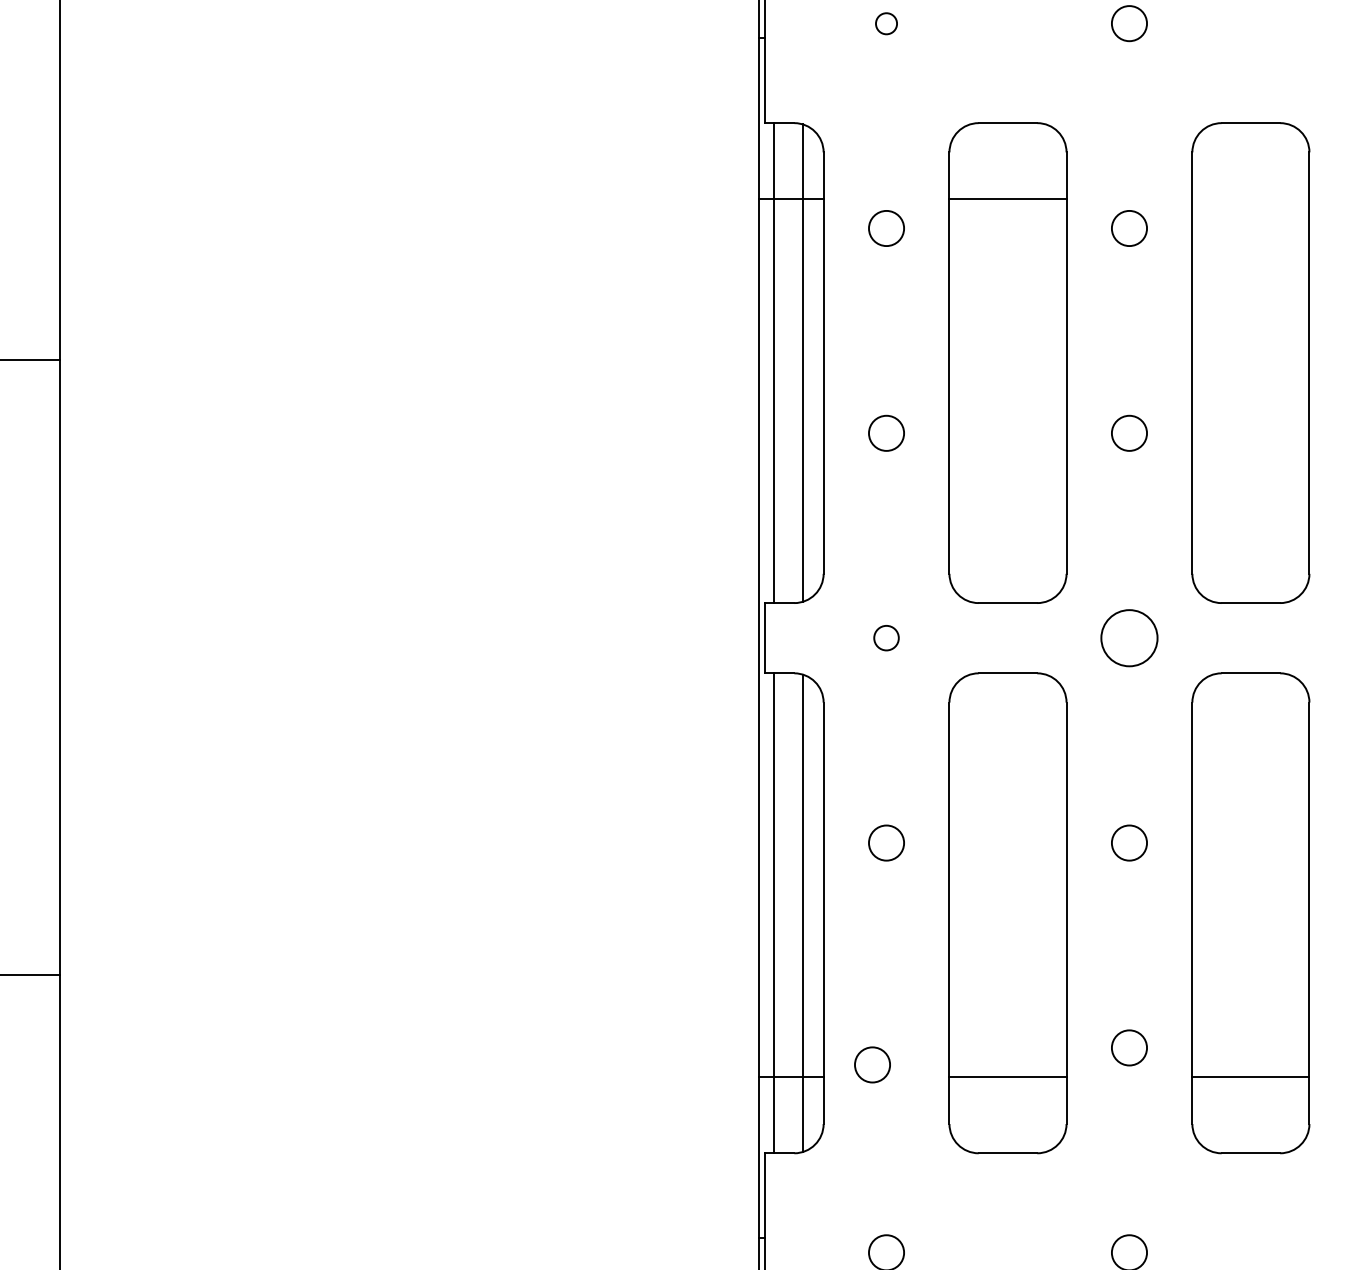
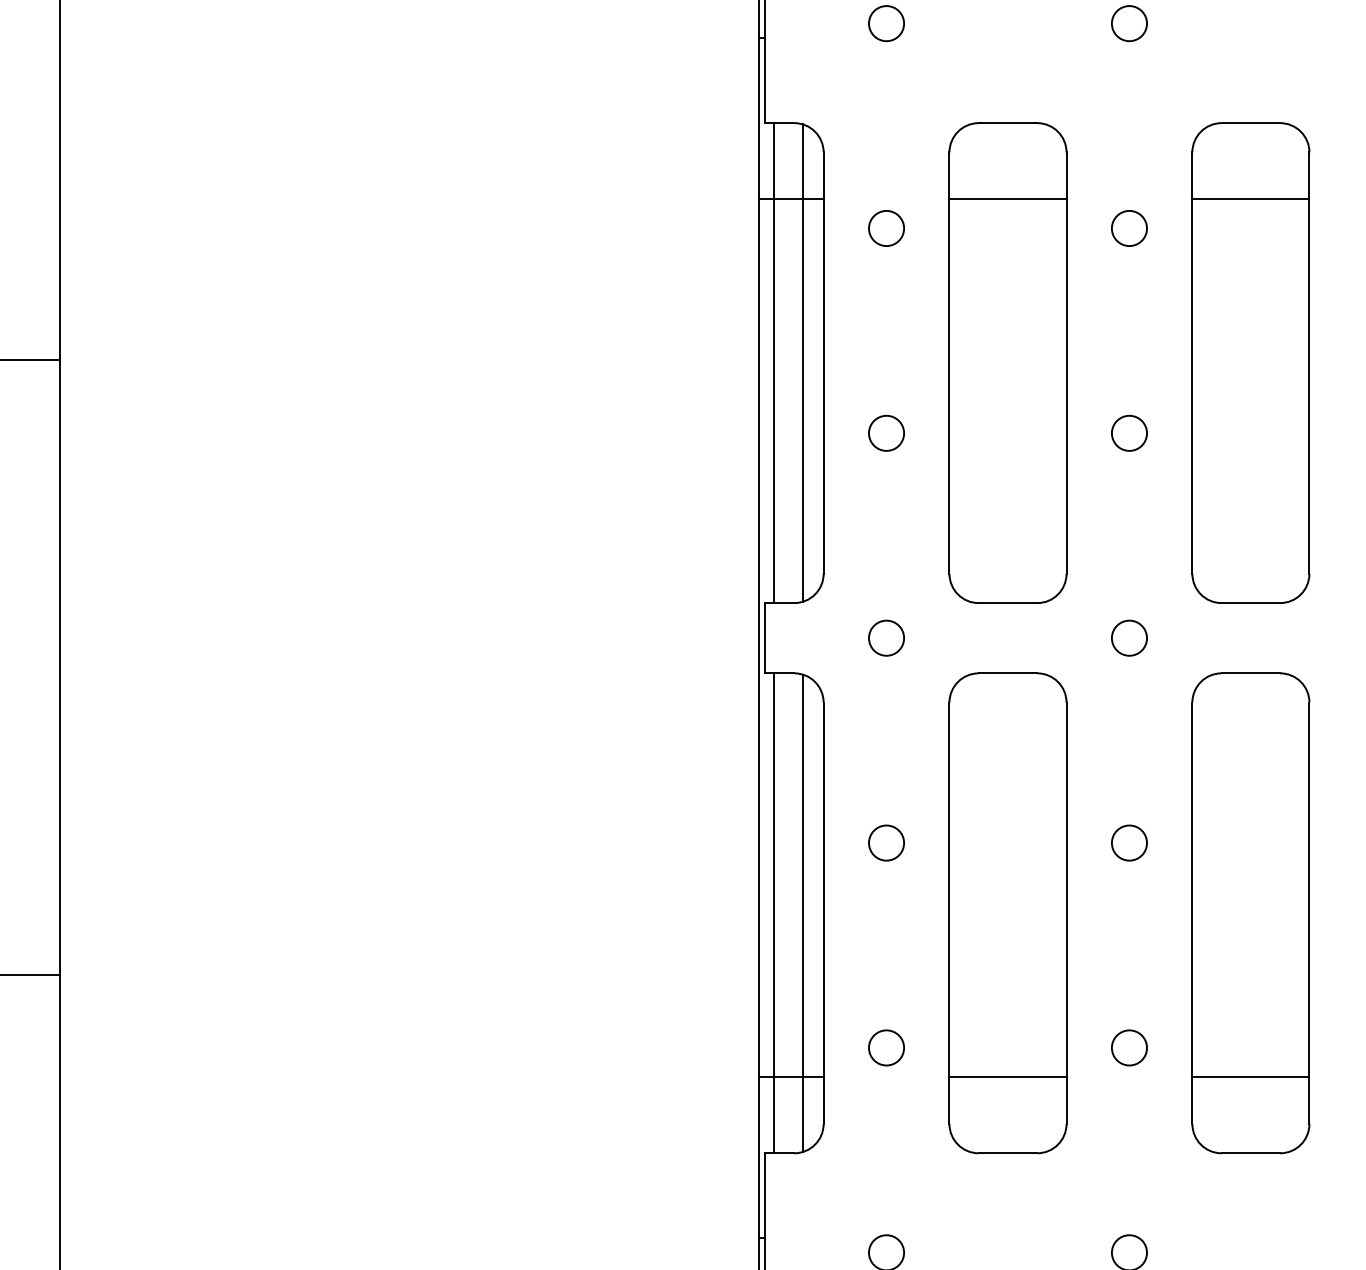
circle at (886, 23) size: 23x24 px -> 37x38 px
line at (1250, 199): none -> present
circle at (886, 638) size: 27x27 px -> 37x38 px
circle at (1129, 638) diameter: 56 px -> 35 px
circle at (872, 1064) position: (872, 1064) -> (886, 1047)
